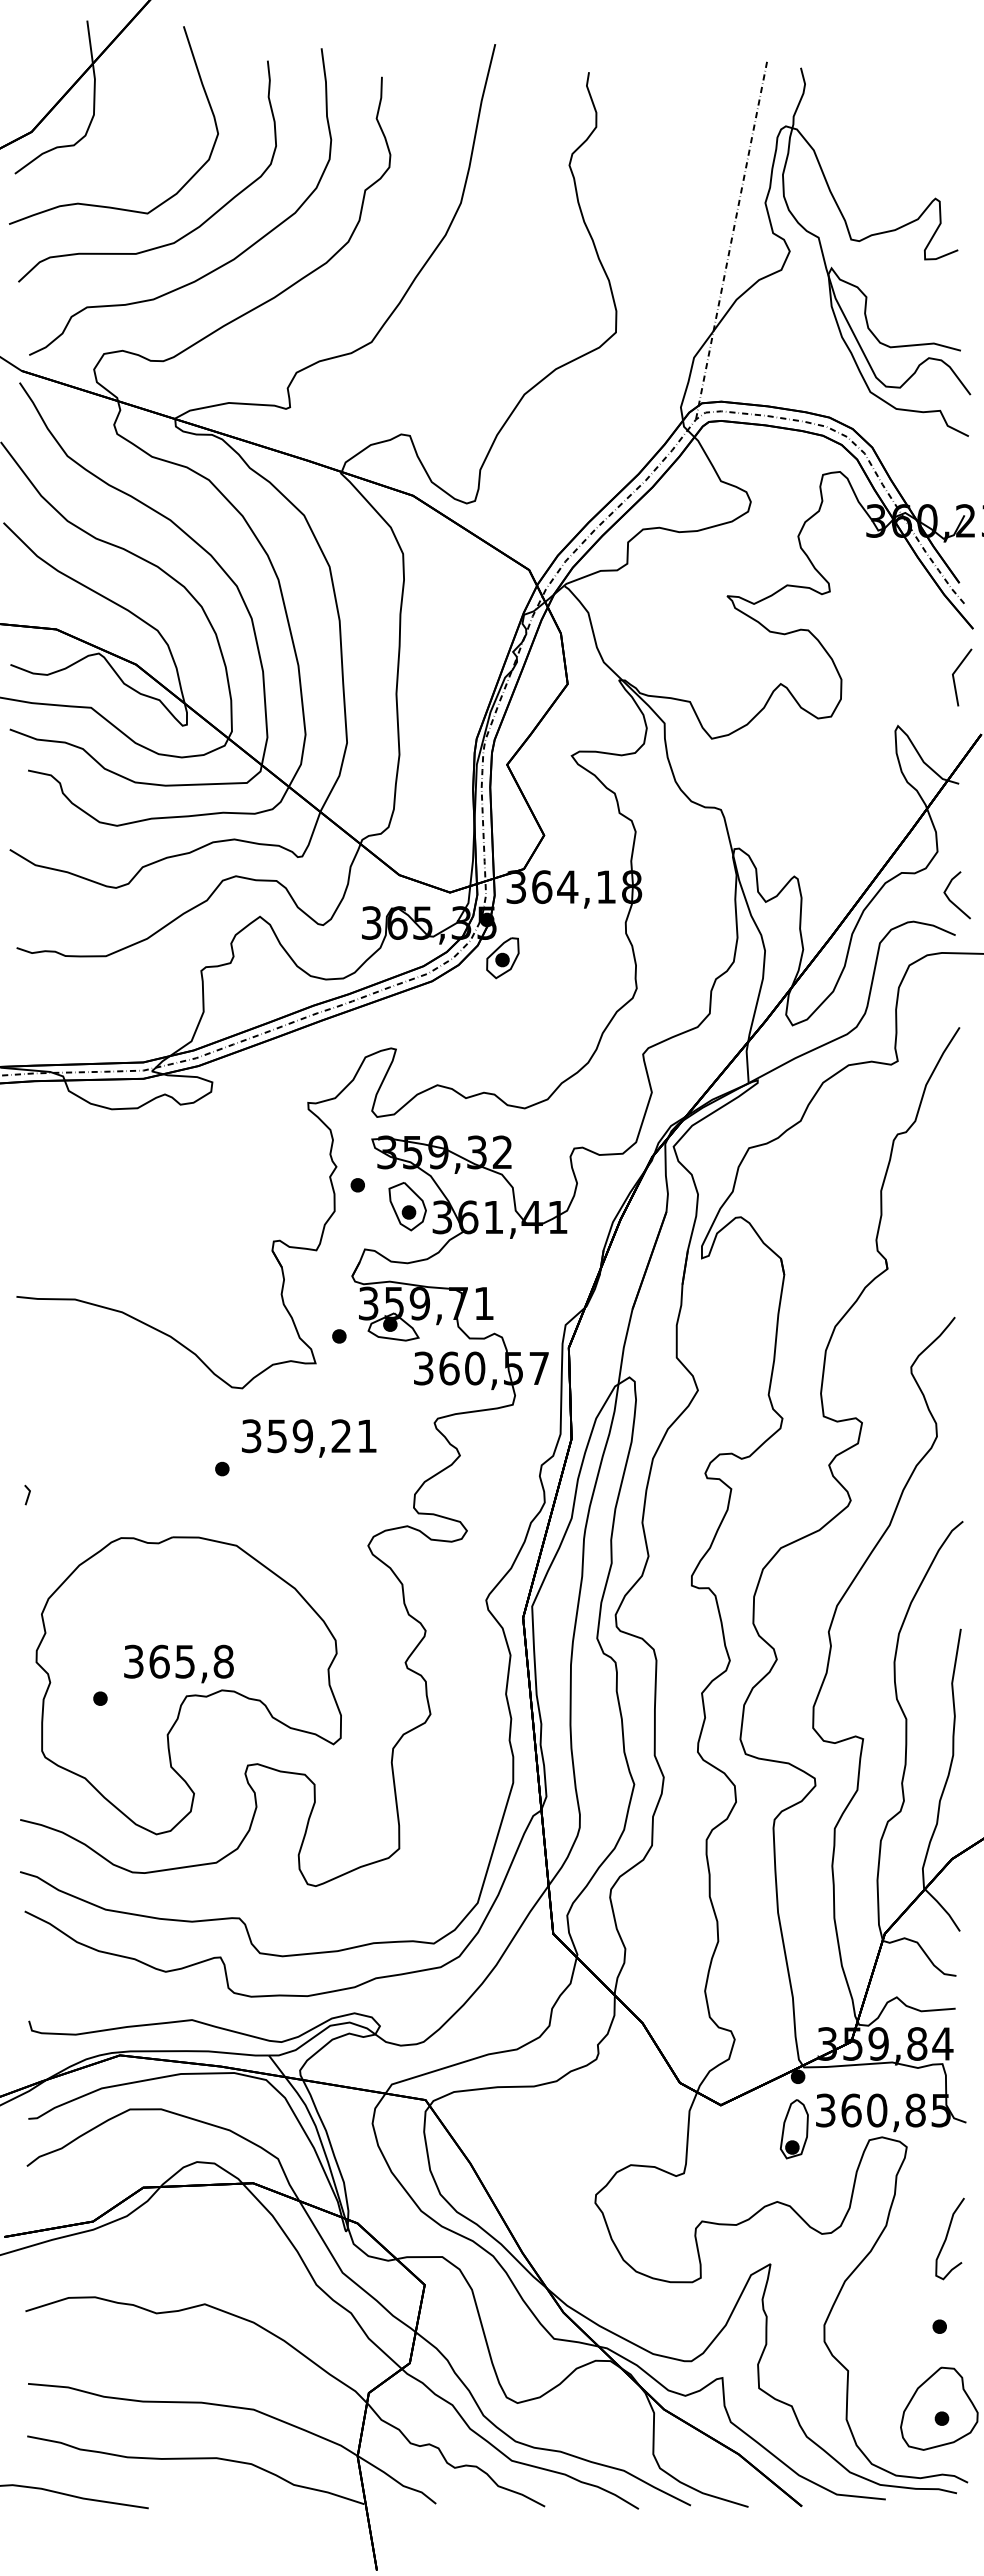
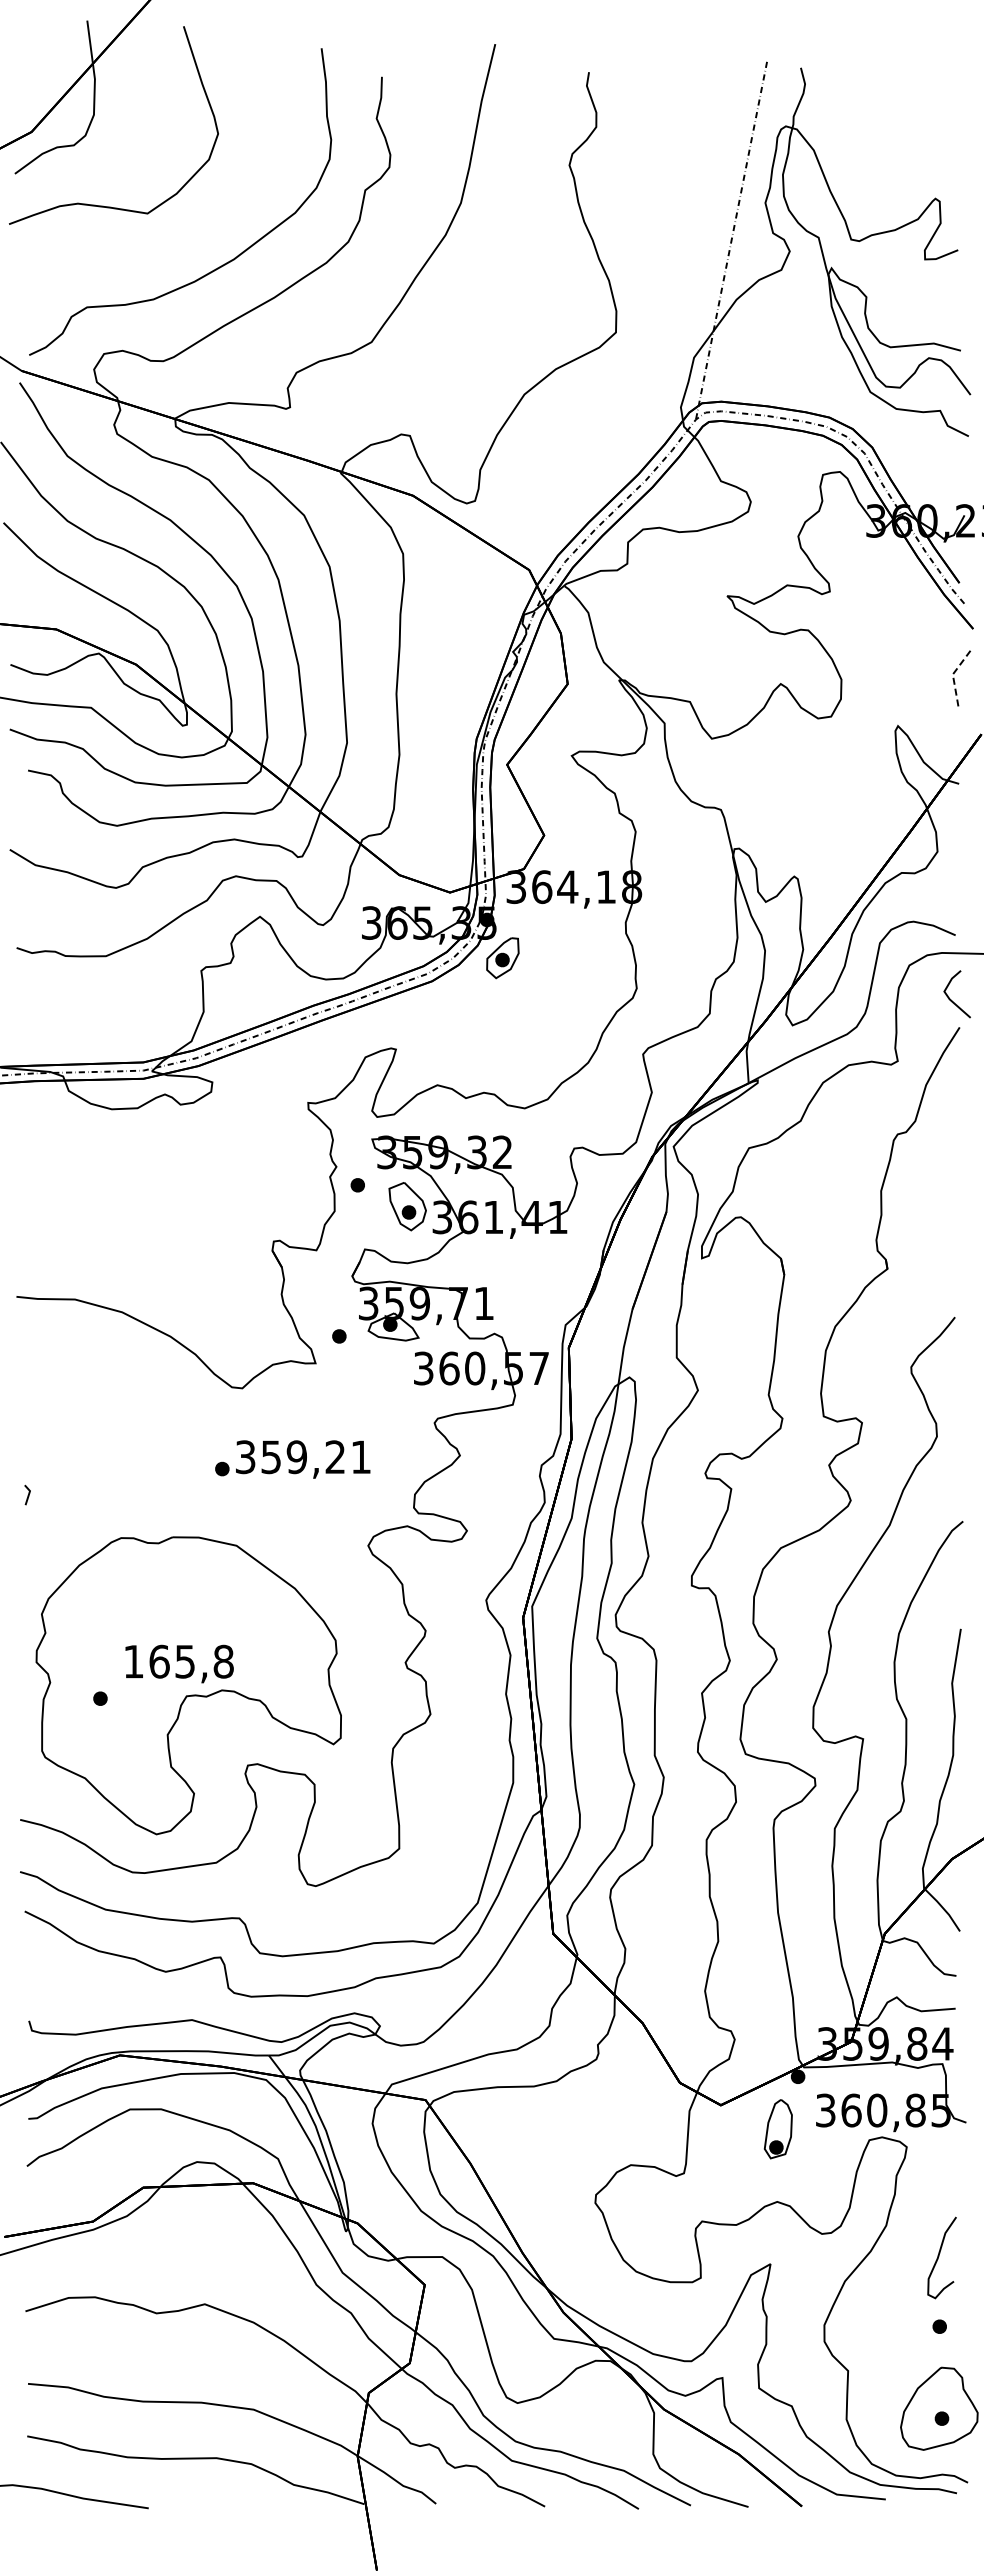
curve at (183, 235): present -> none
line at (952, 674): solid -> dashed
line at (951, 900) position: (951, 900) -> (951, 999)
text at (309, 1438) position: (309, 1438) -> (303, 1459)
text at (133, 1661): 365,8 -> 165,8
part at (793, 2129) position: (793, 2129) -> (777, 2129)
curve at (947, 2237) position: (947, 2237) -> (939, 2256)
